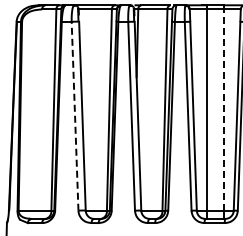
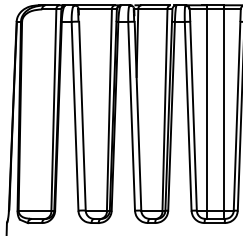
line at (223, 110): dashed -> solid
line at (75, 115): dashed -> solid
